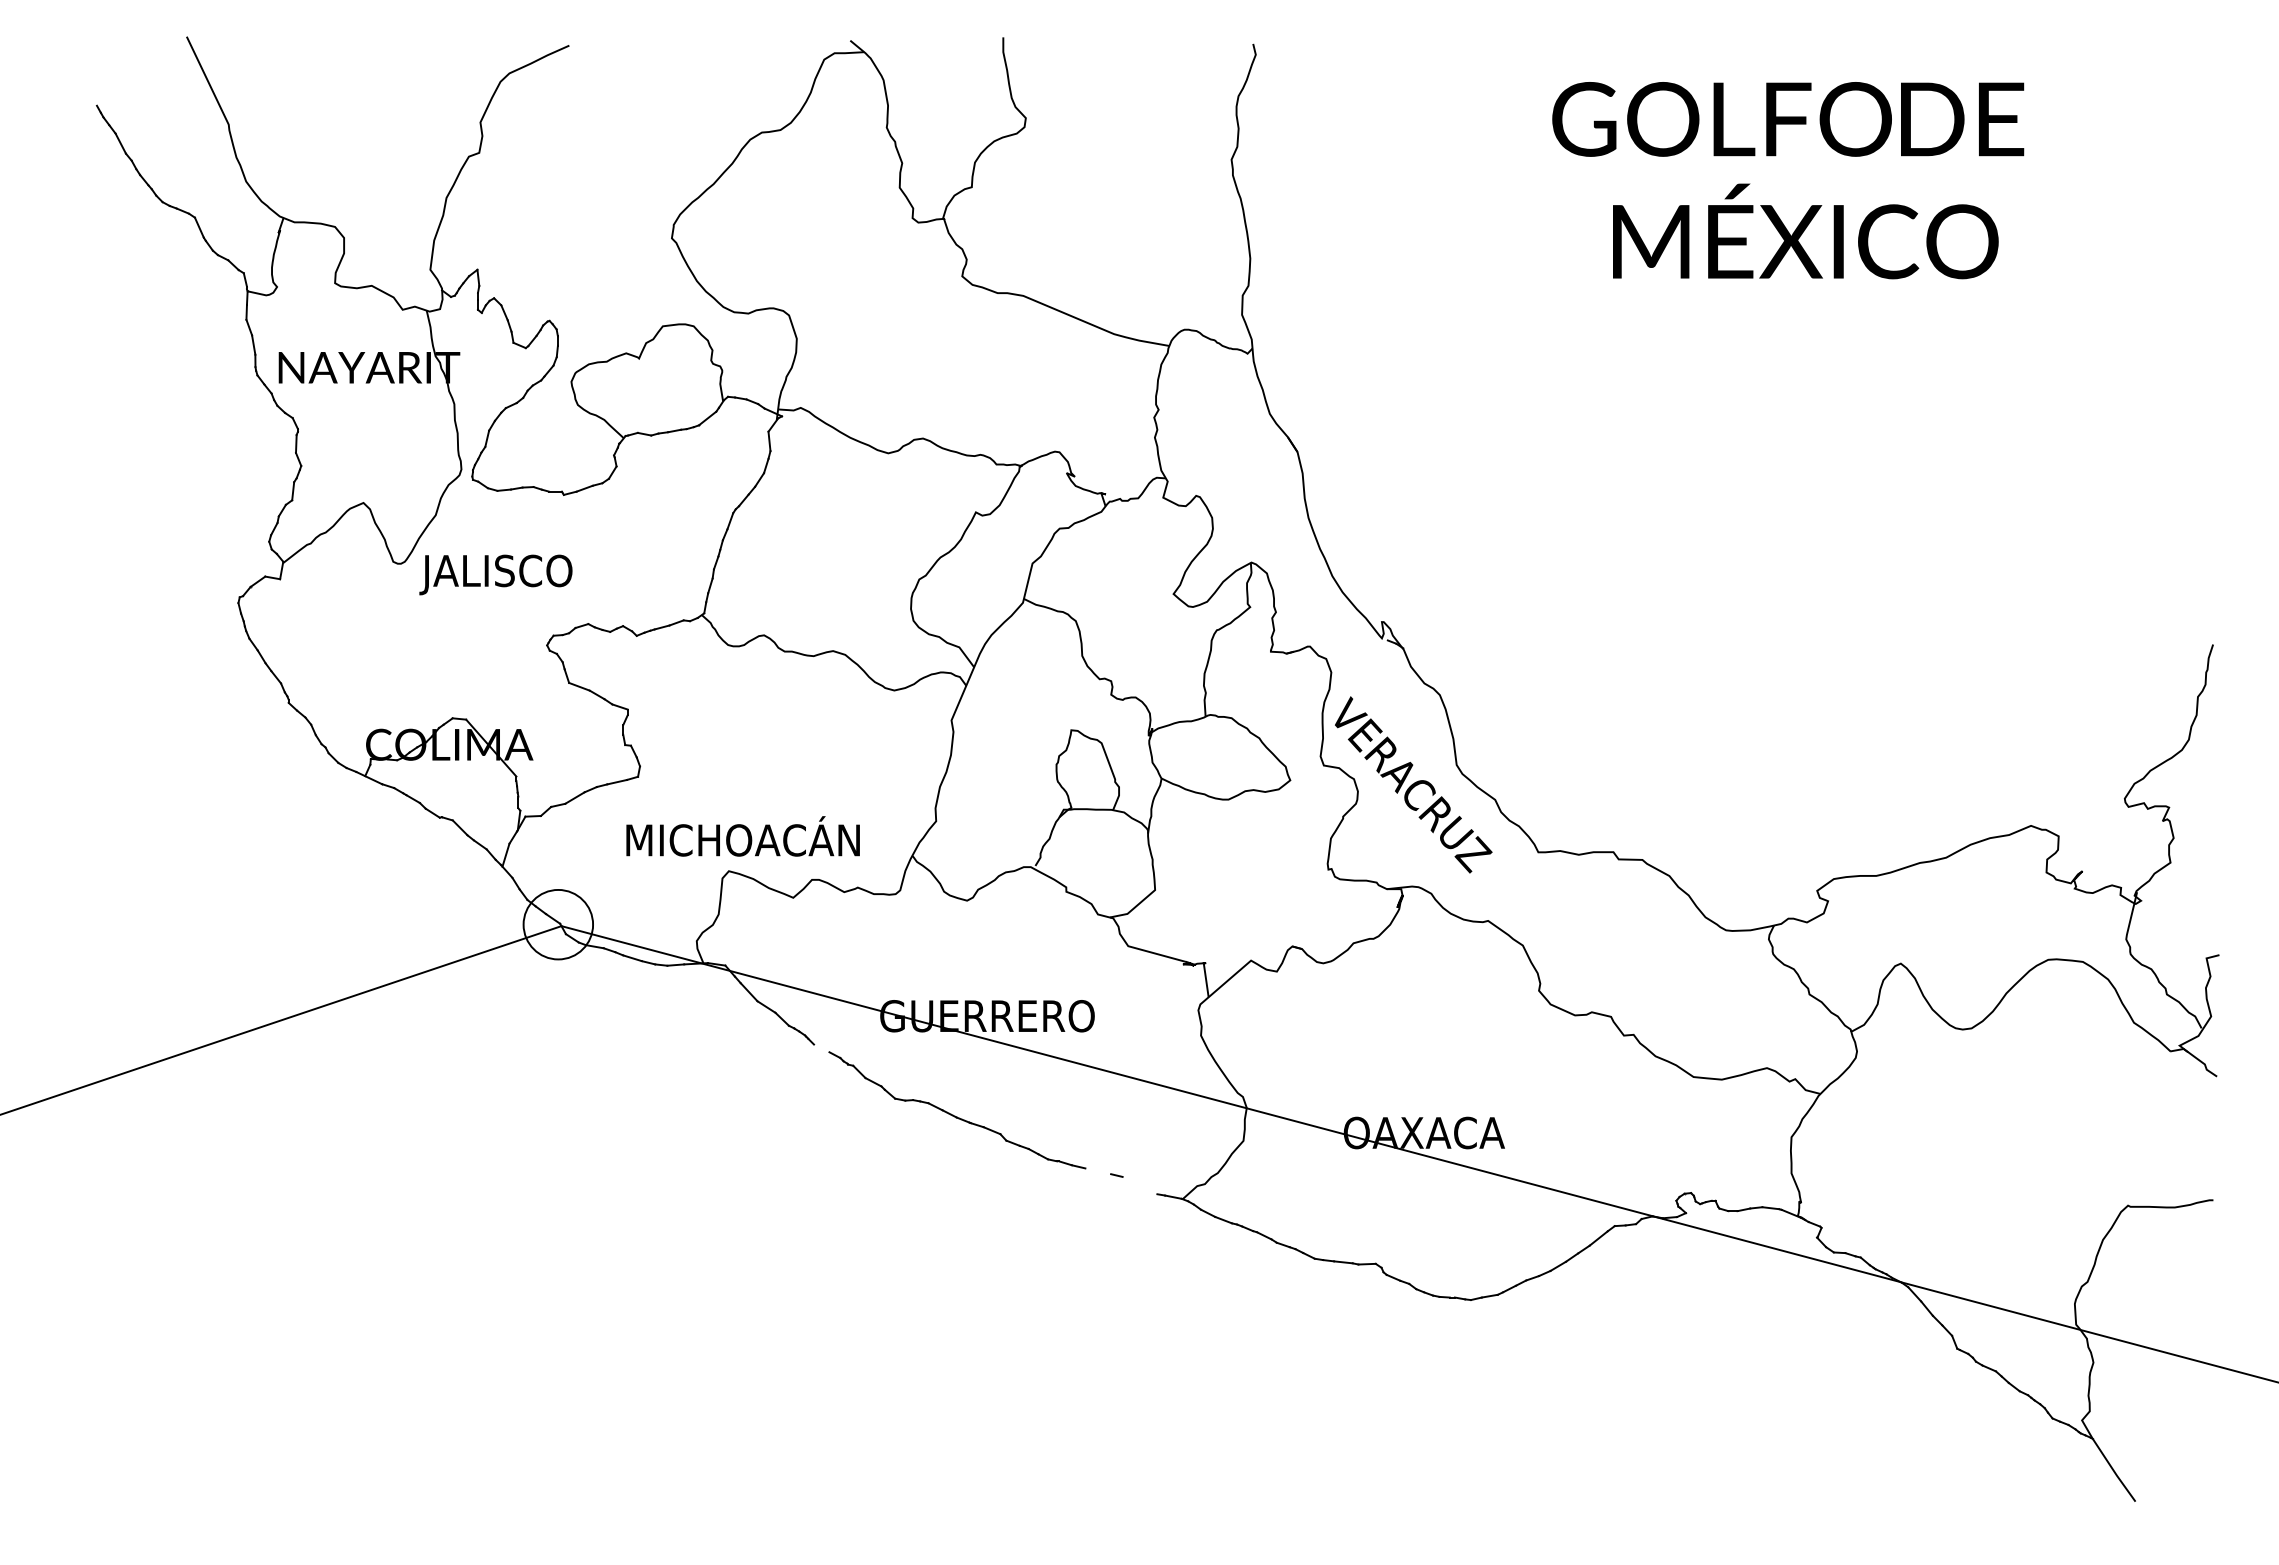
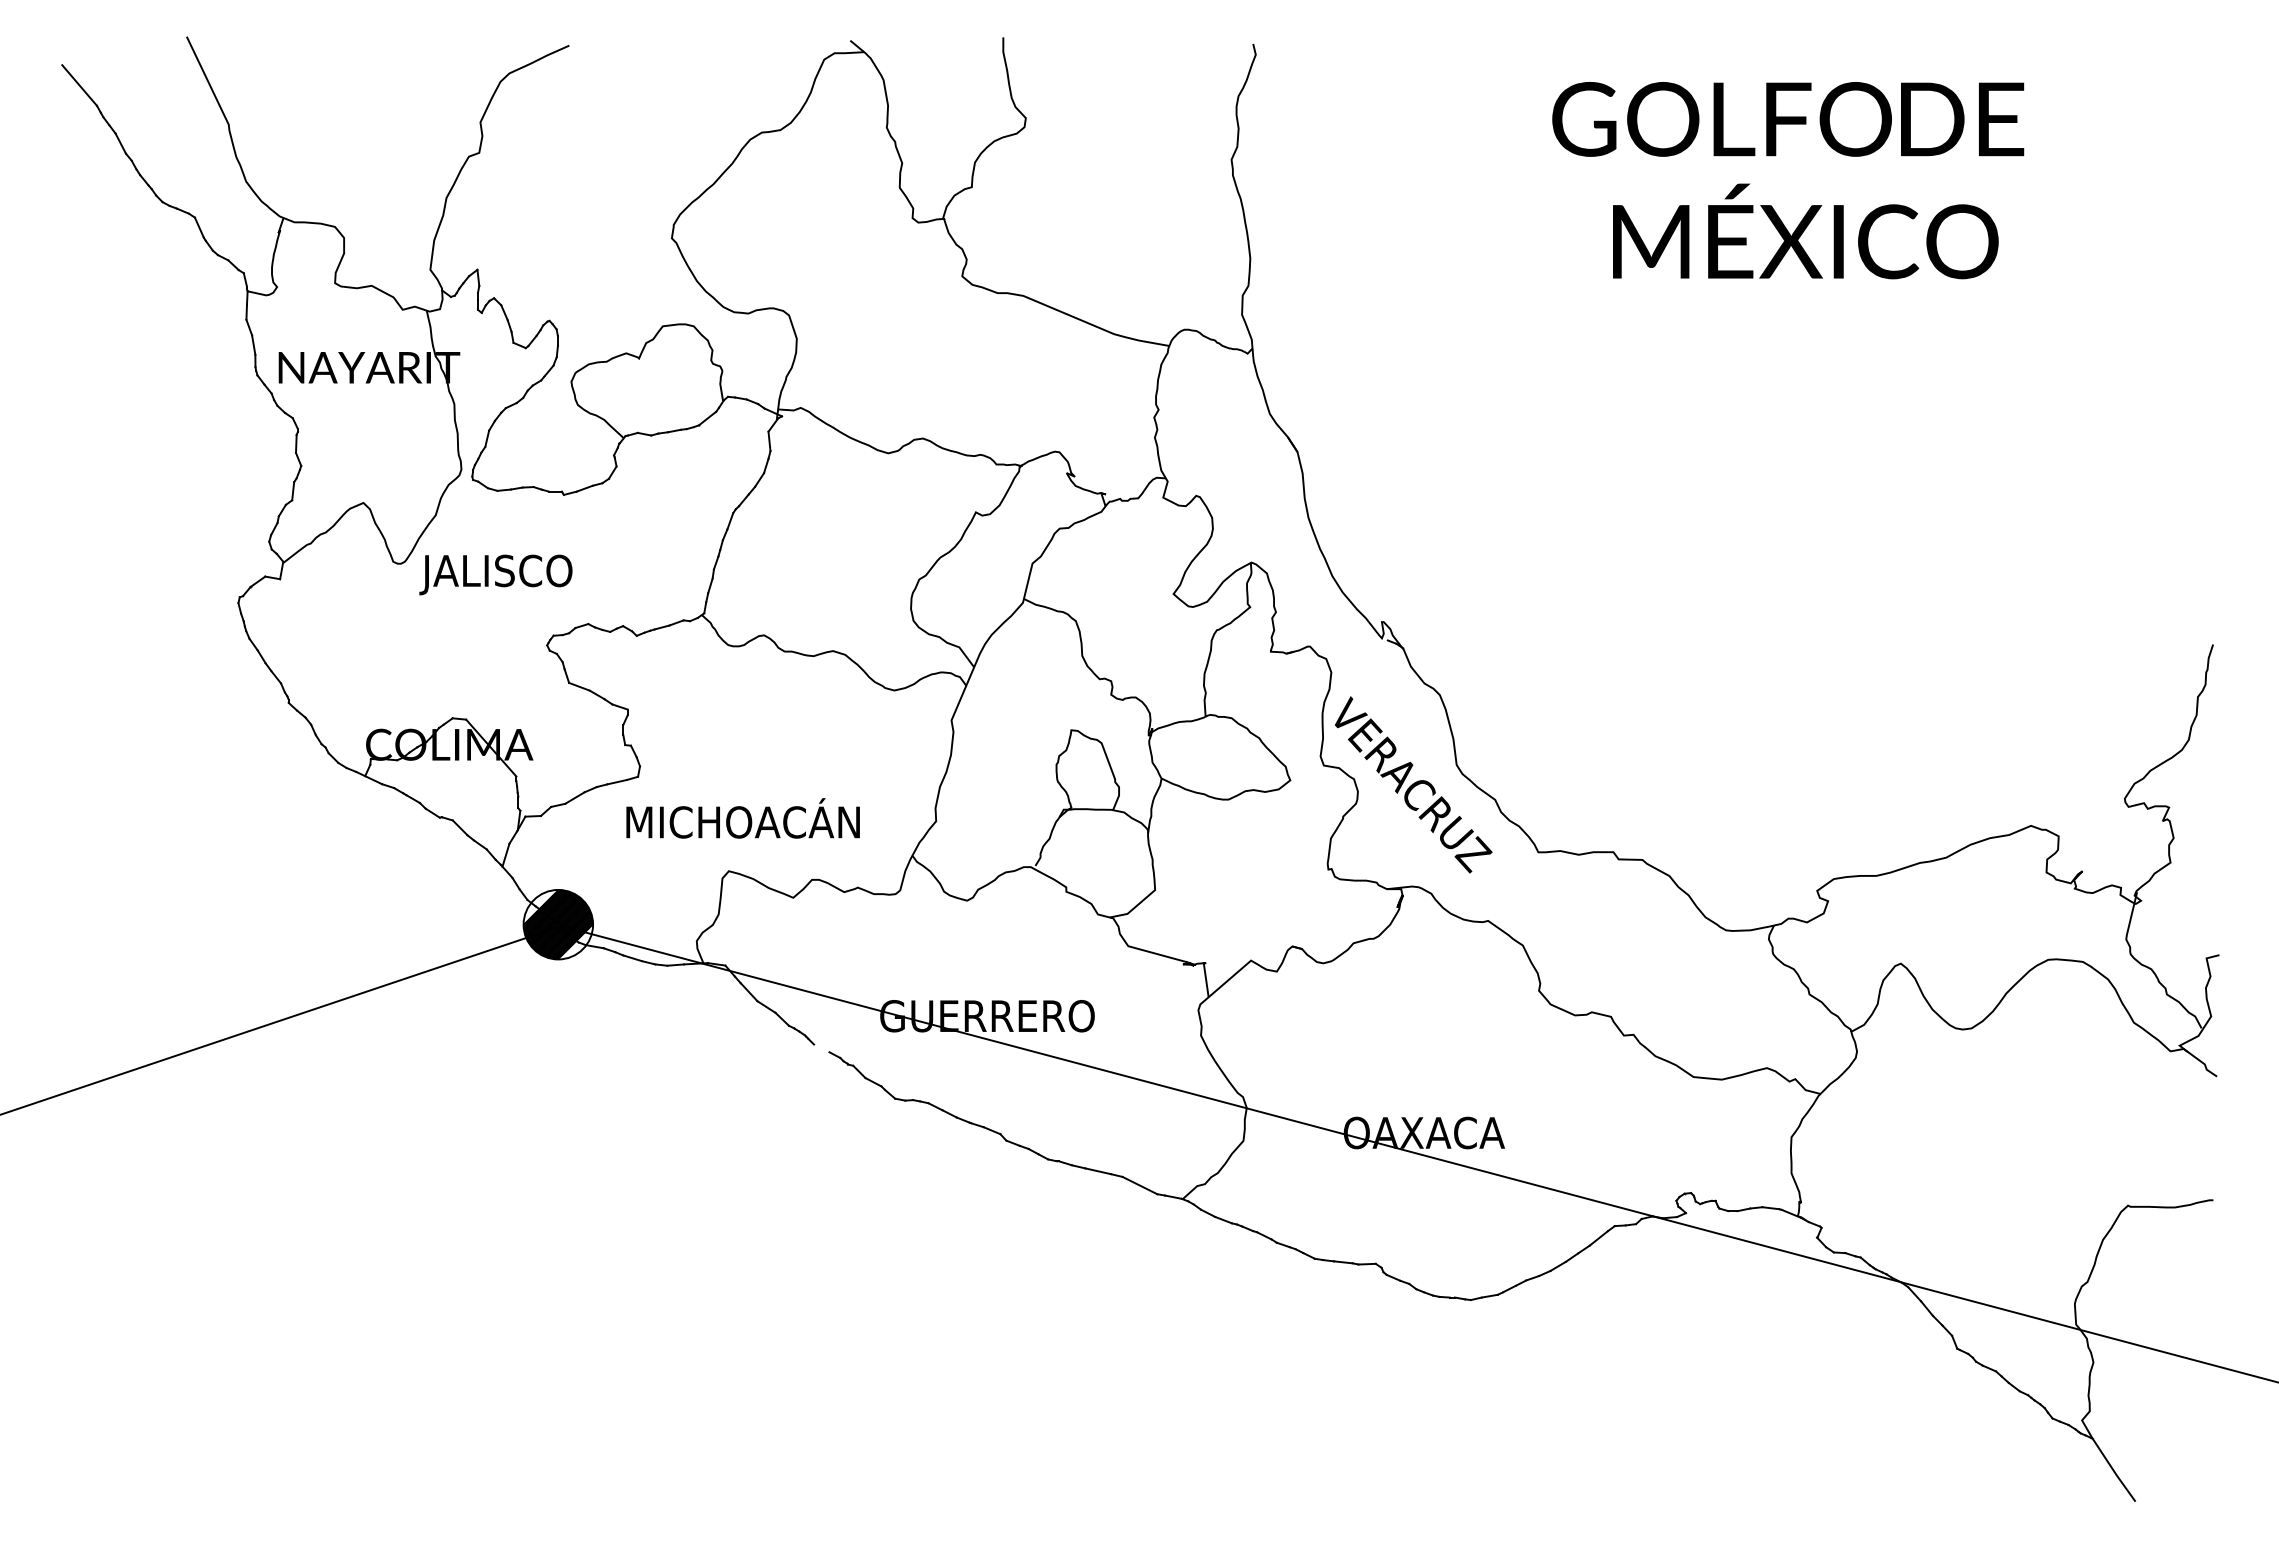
line at (79, 85): none -> present
text at (742, 836) position: (742, 836) -> (742, 818)
hatch at (558, 924): none -> present
line at (1098, 1171): none -> present
line at (1139, 1185): none -> present
